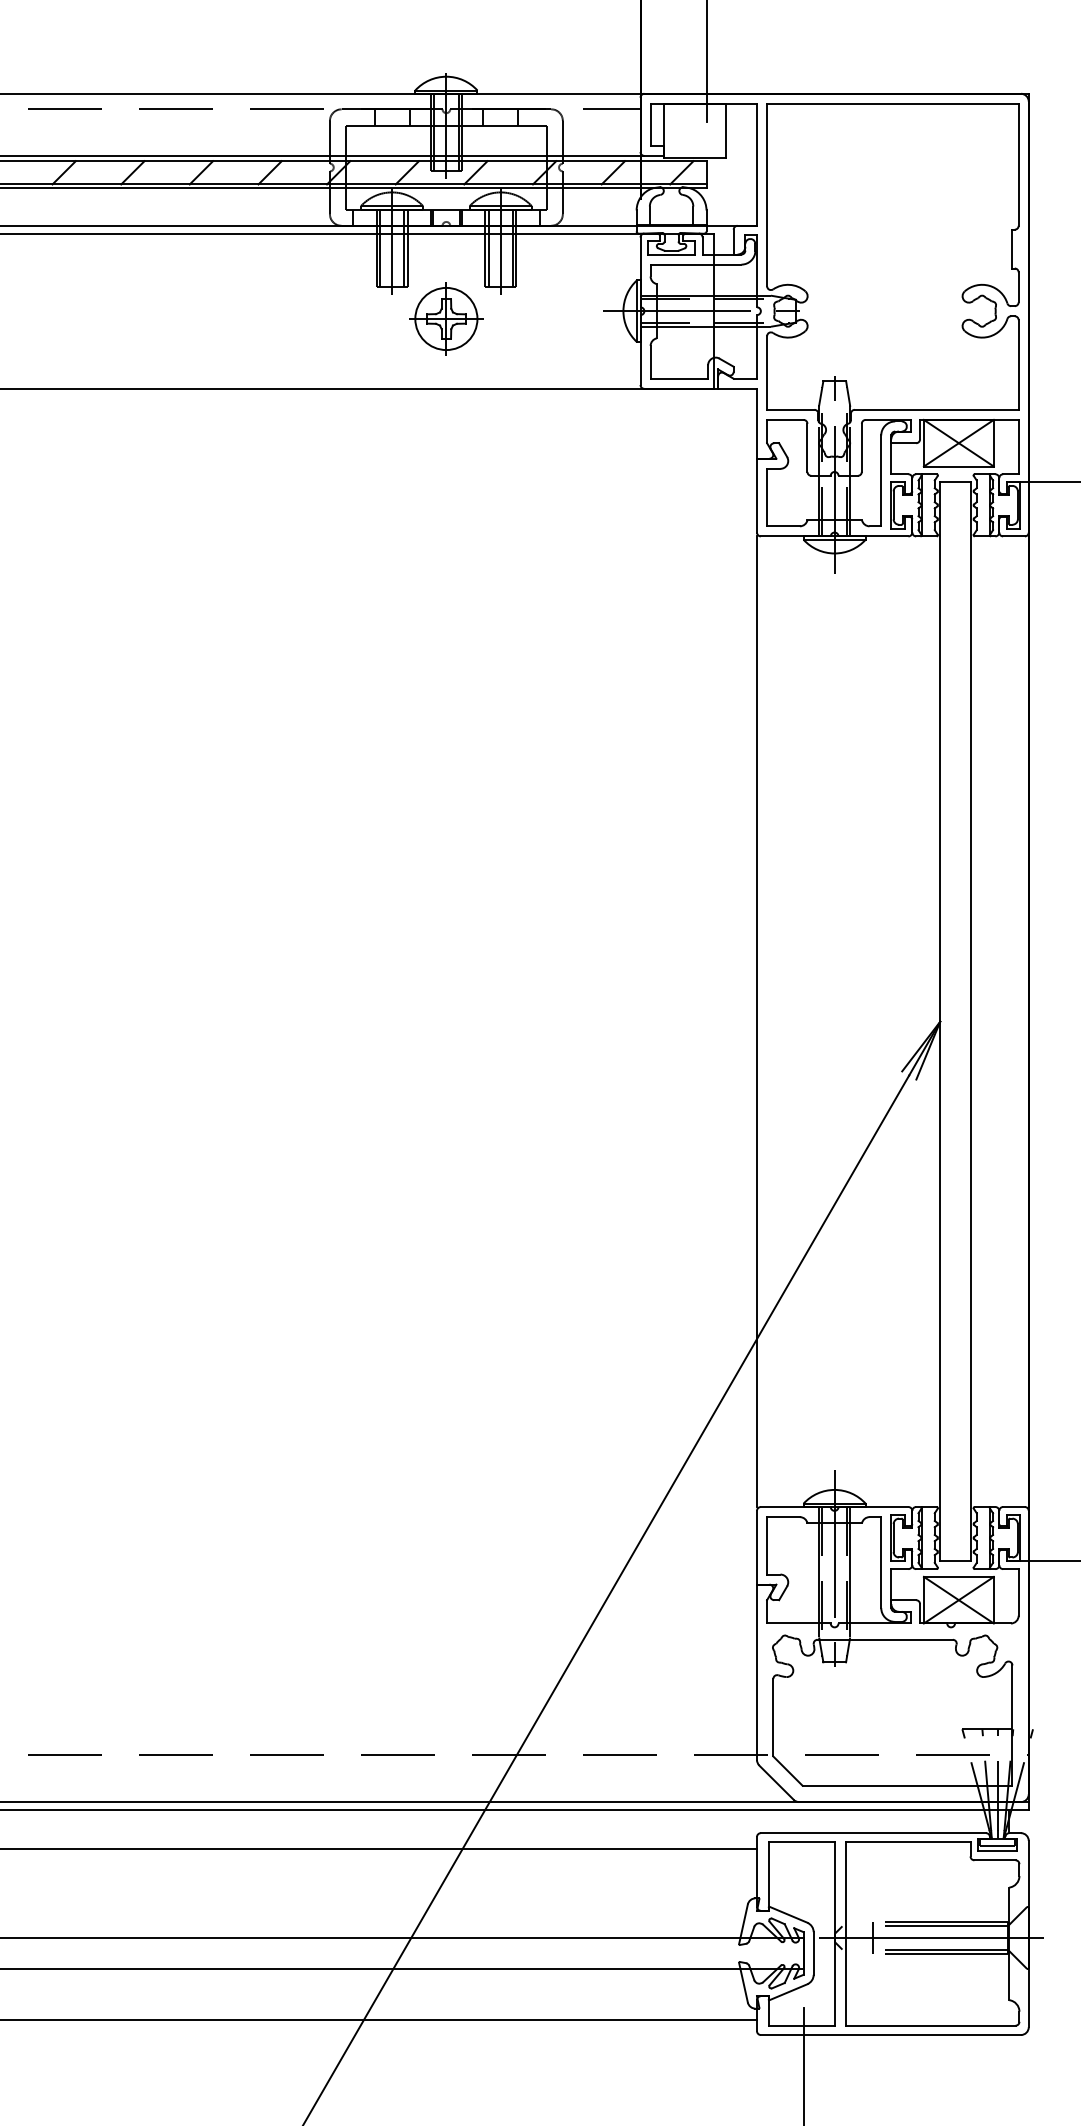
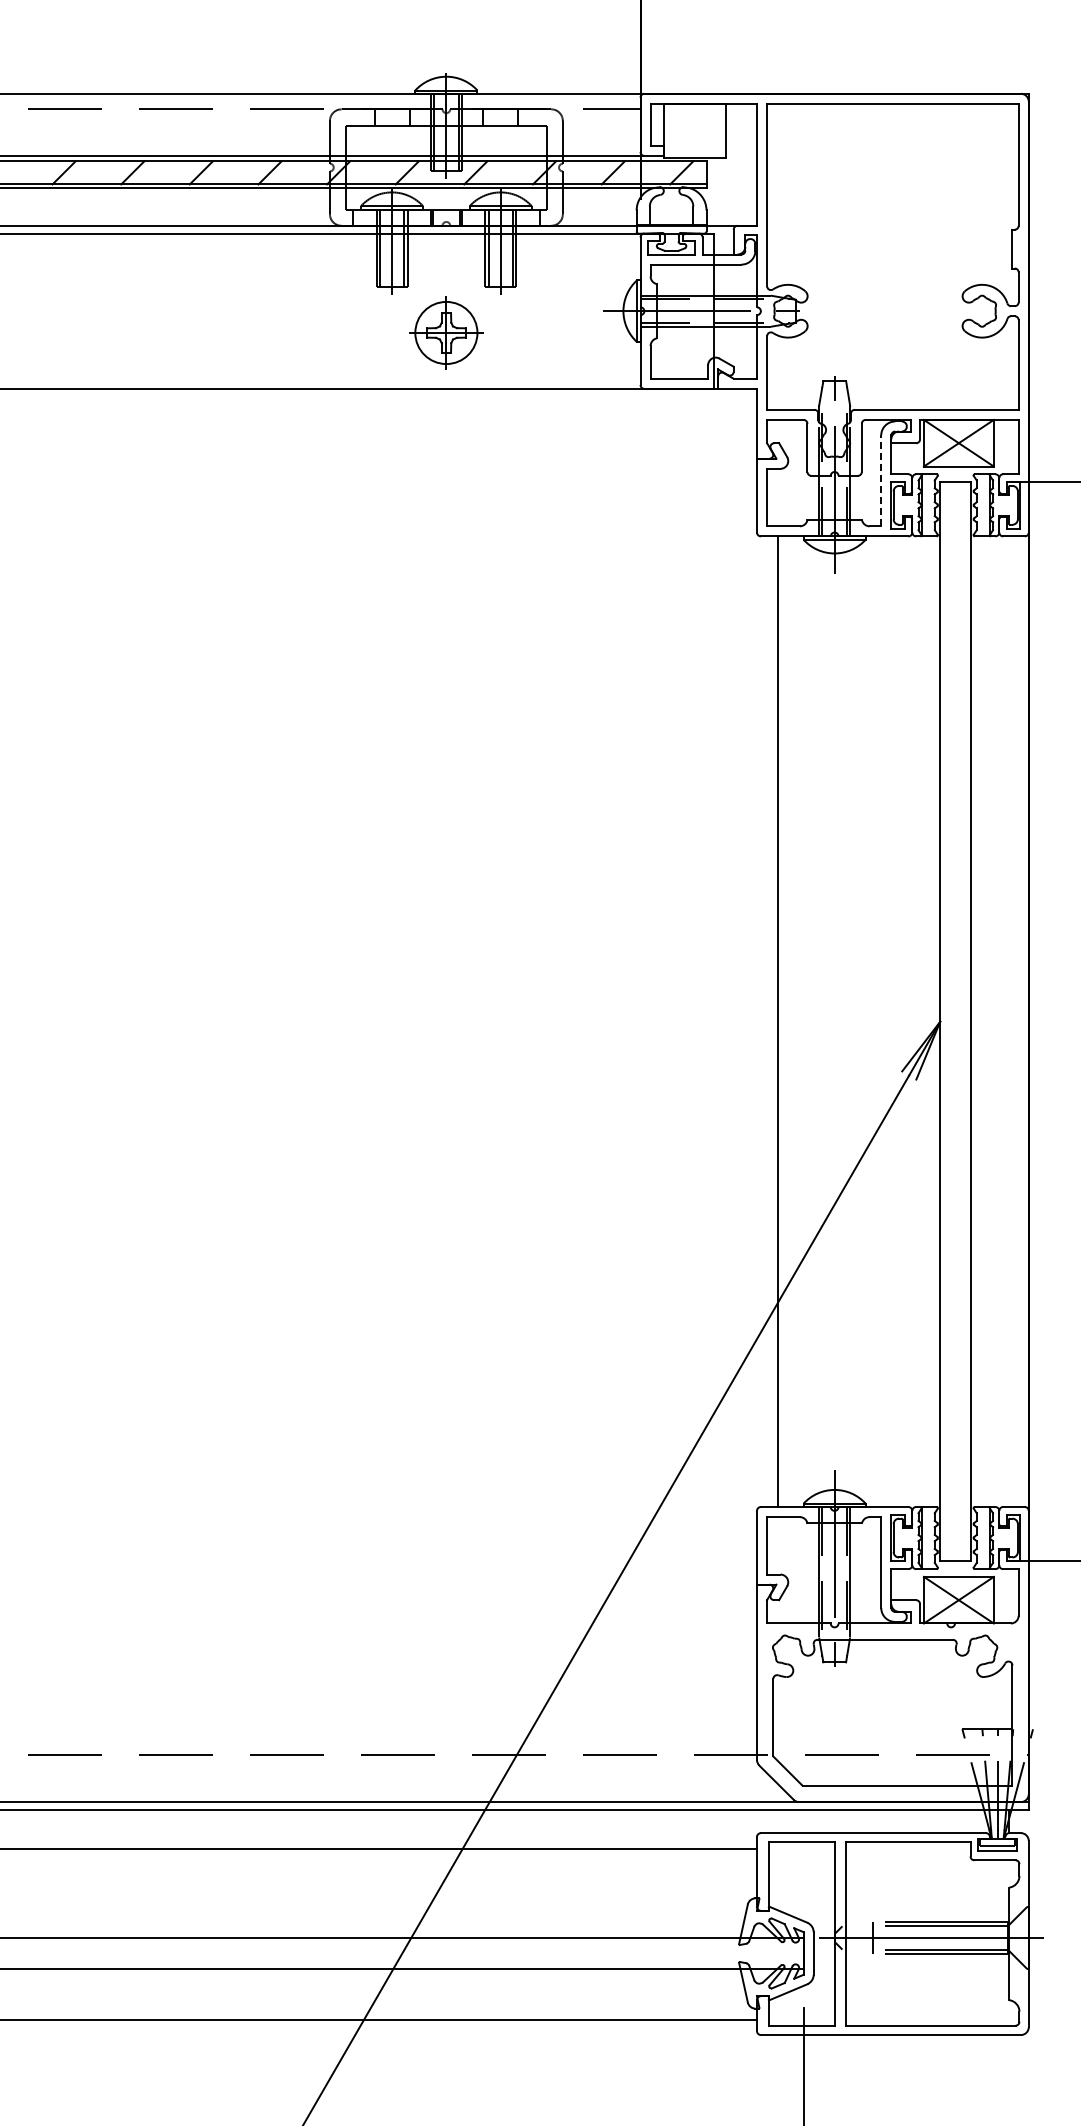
line at (706, 62): present -> none
part at (446, 318) position: (446, 318) -> (446, 332)
line at (881, 480): solid -> dashed
line at (757, 1021) position: (757, 1021) -> (778, 1021)
